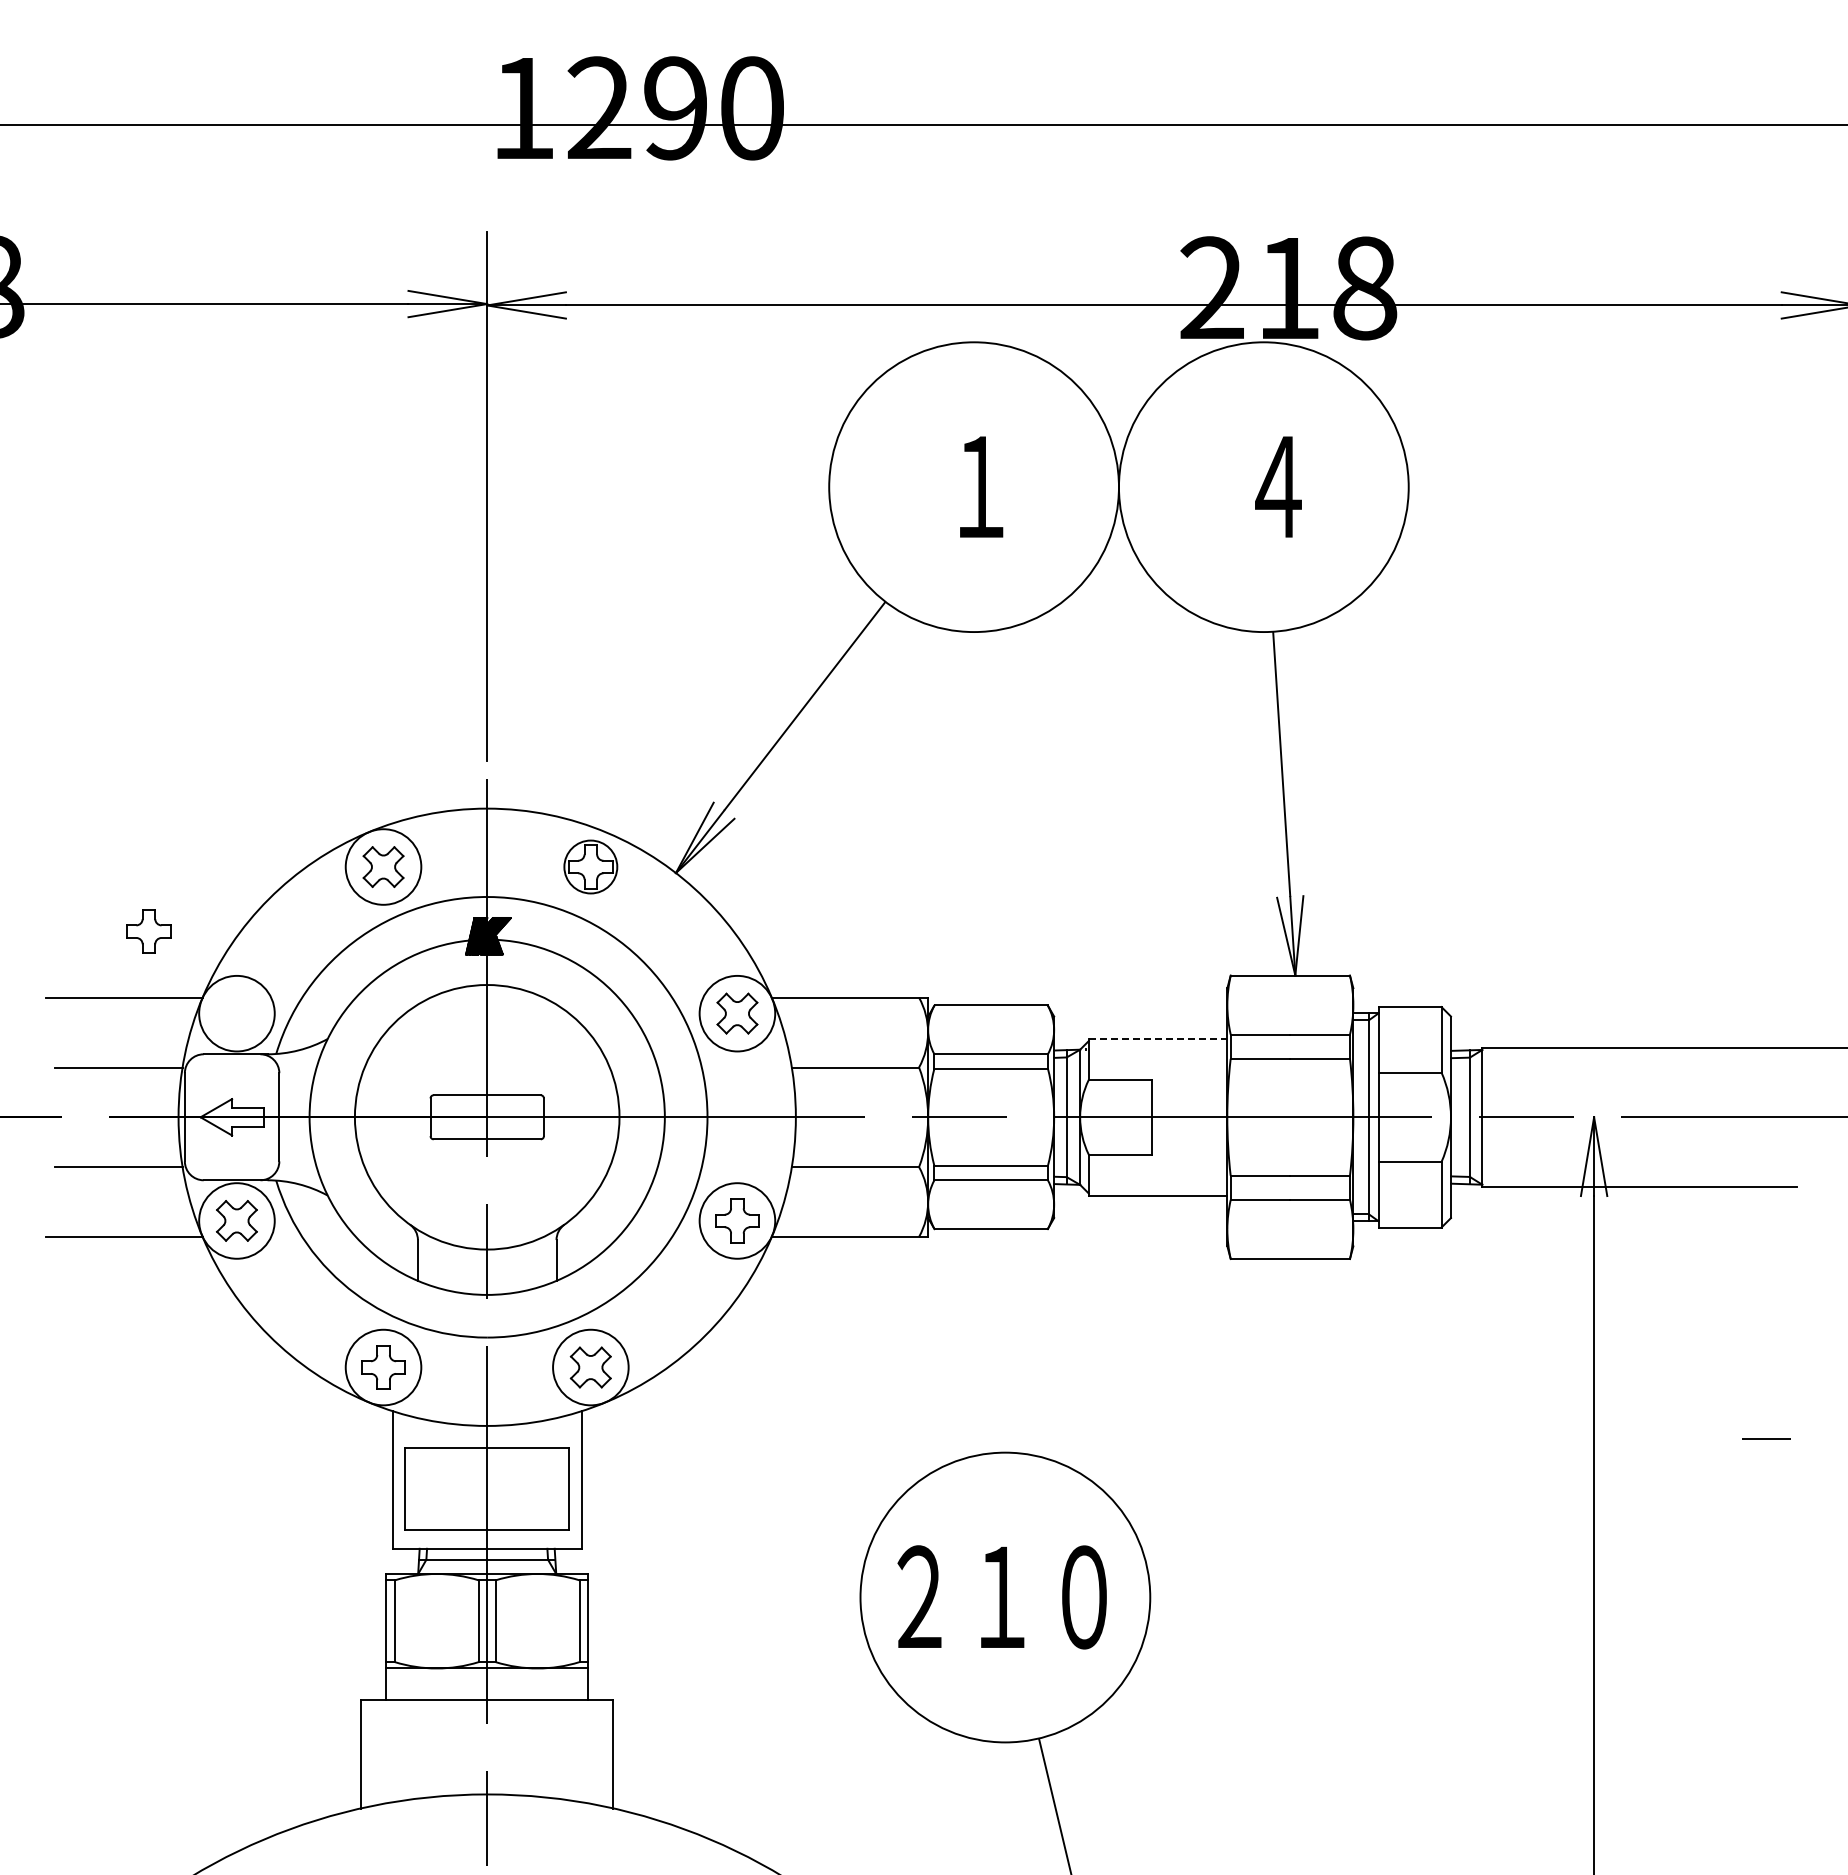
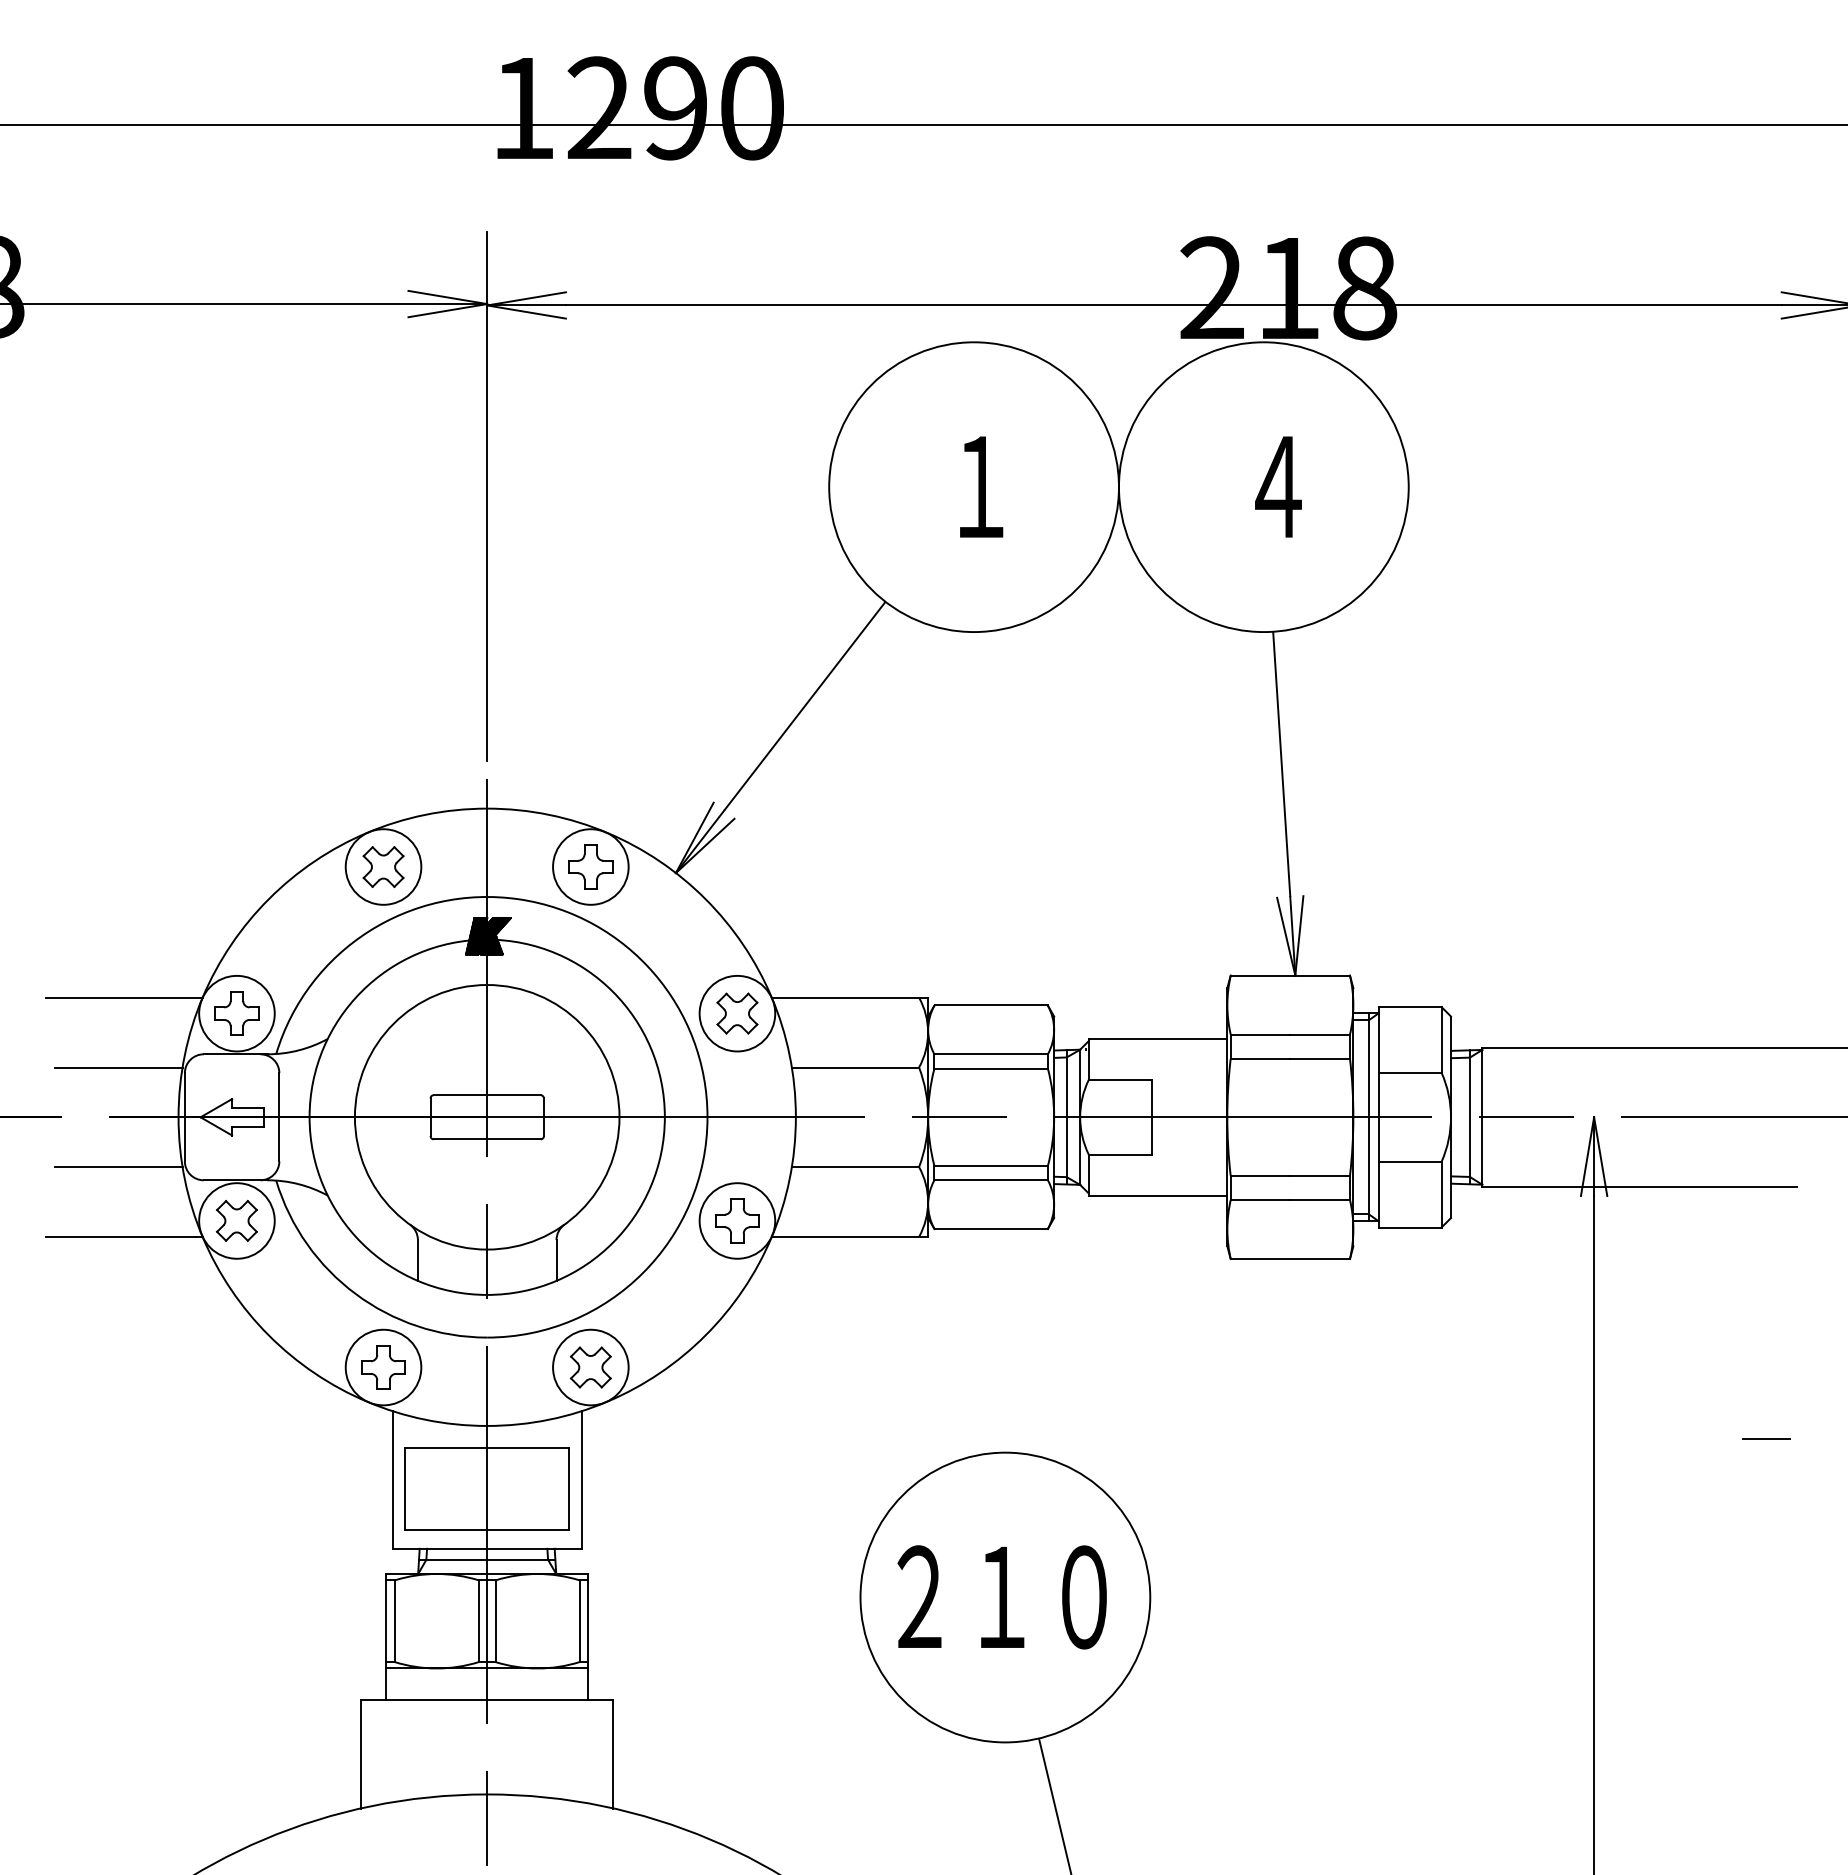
circle at (590, 866) diameter: 53 px -> 76 px
part at (148, 931) position: (148, 931) -> (236, 1013)
line at (1158, 1038): dashed -> solid
